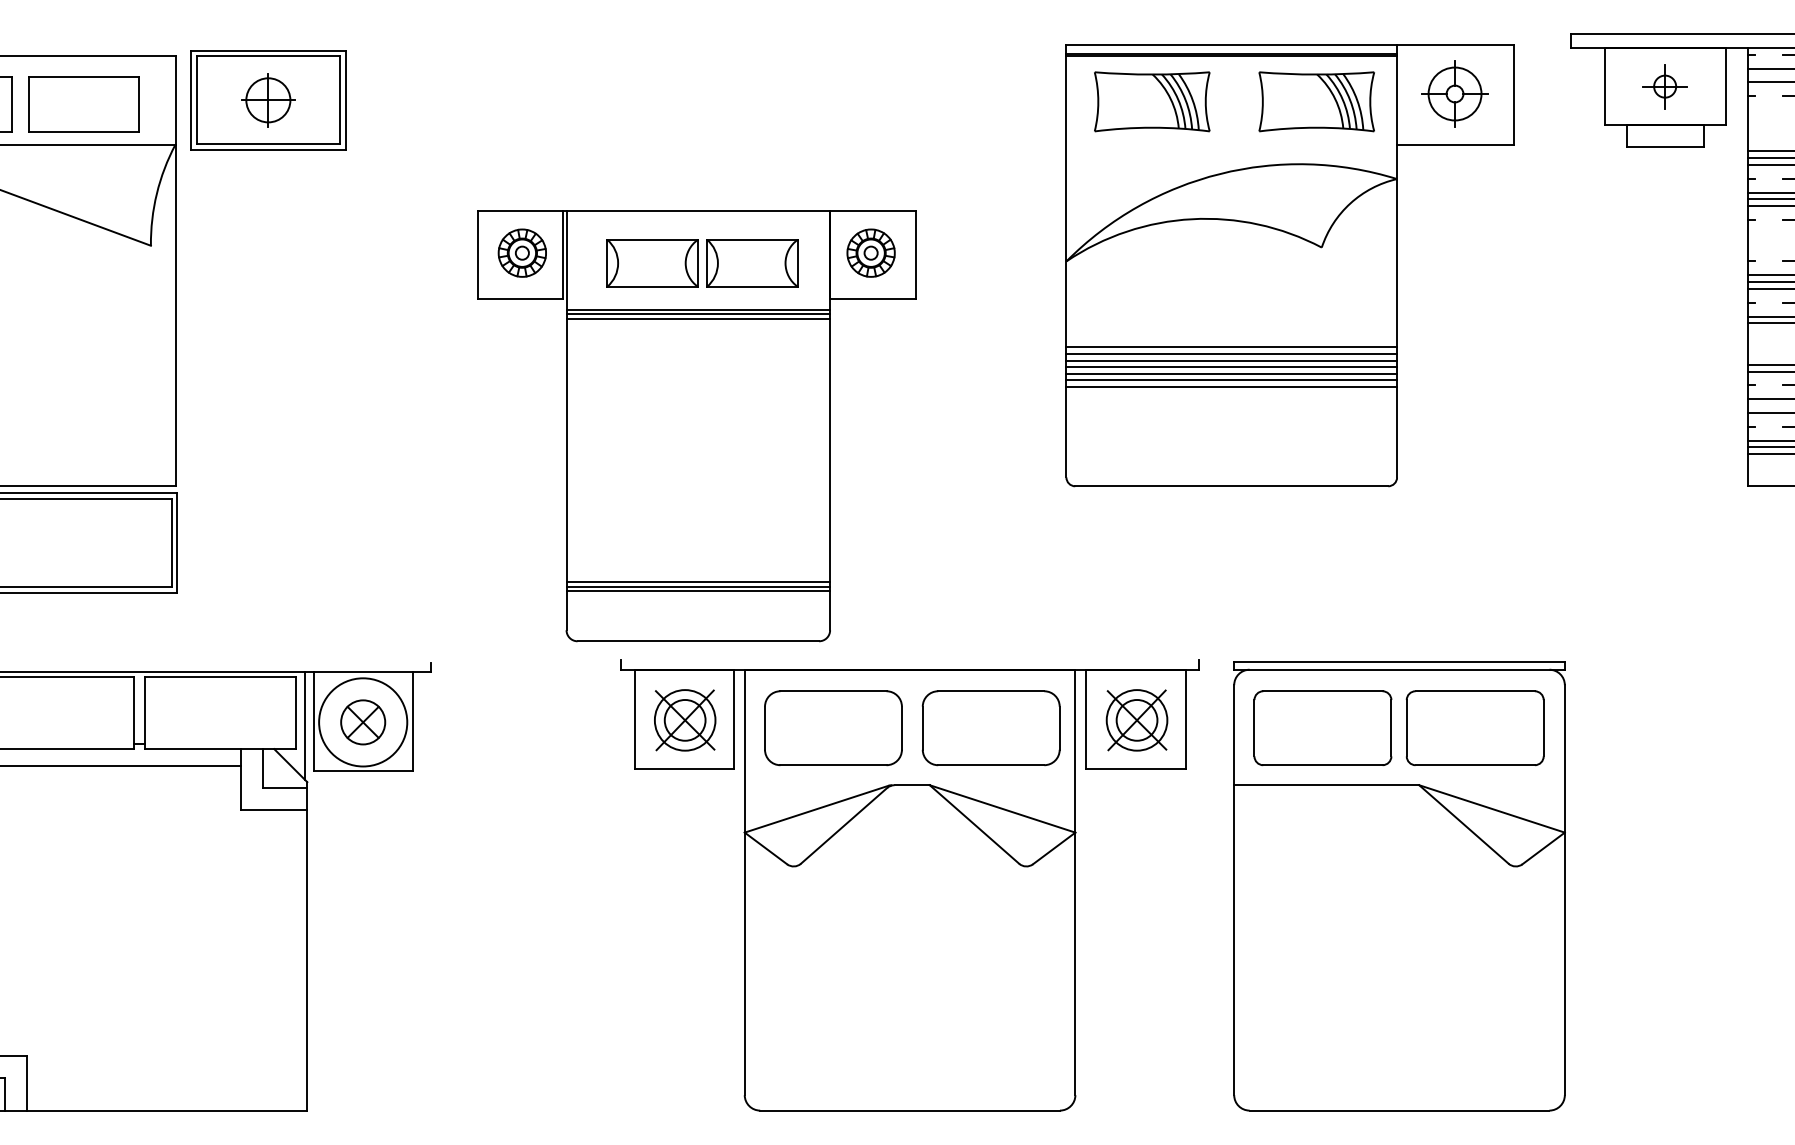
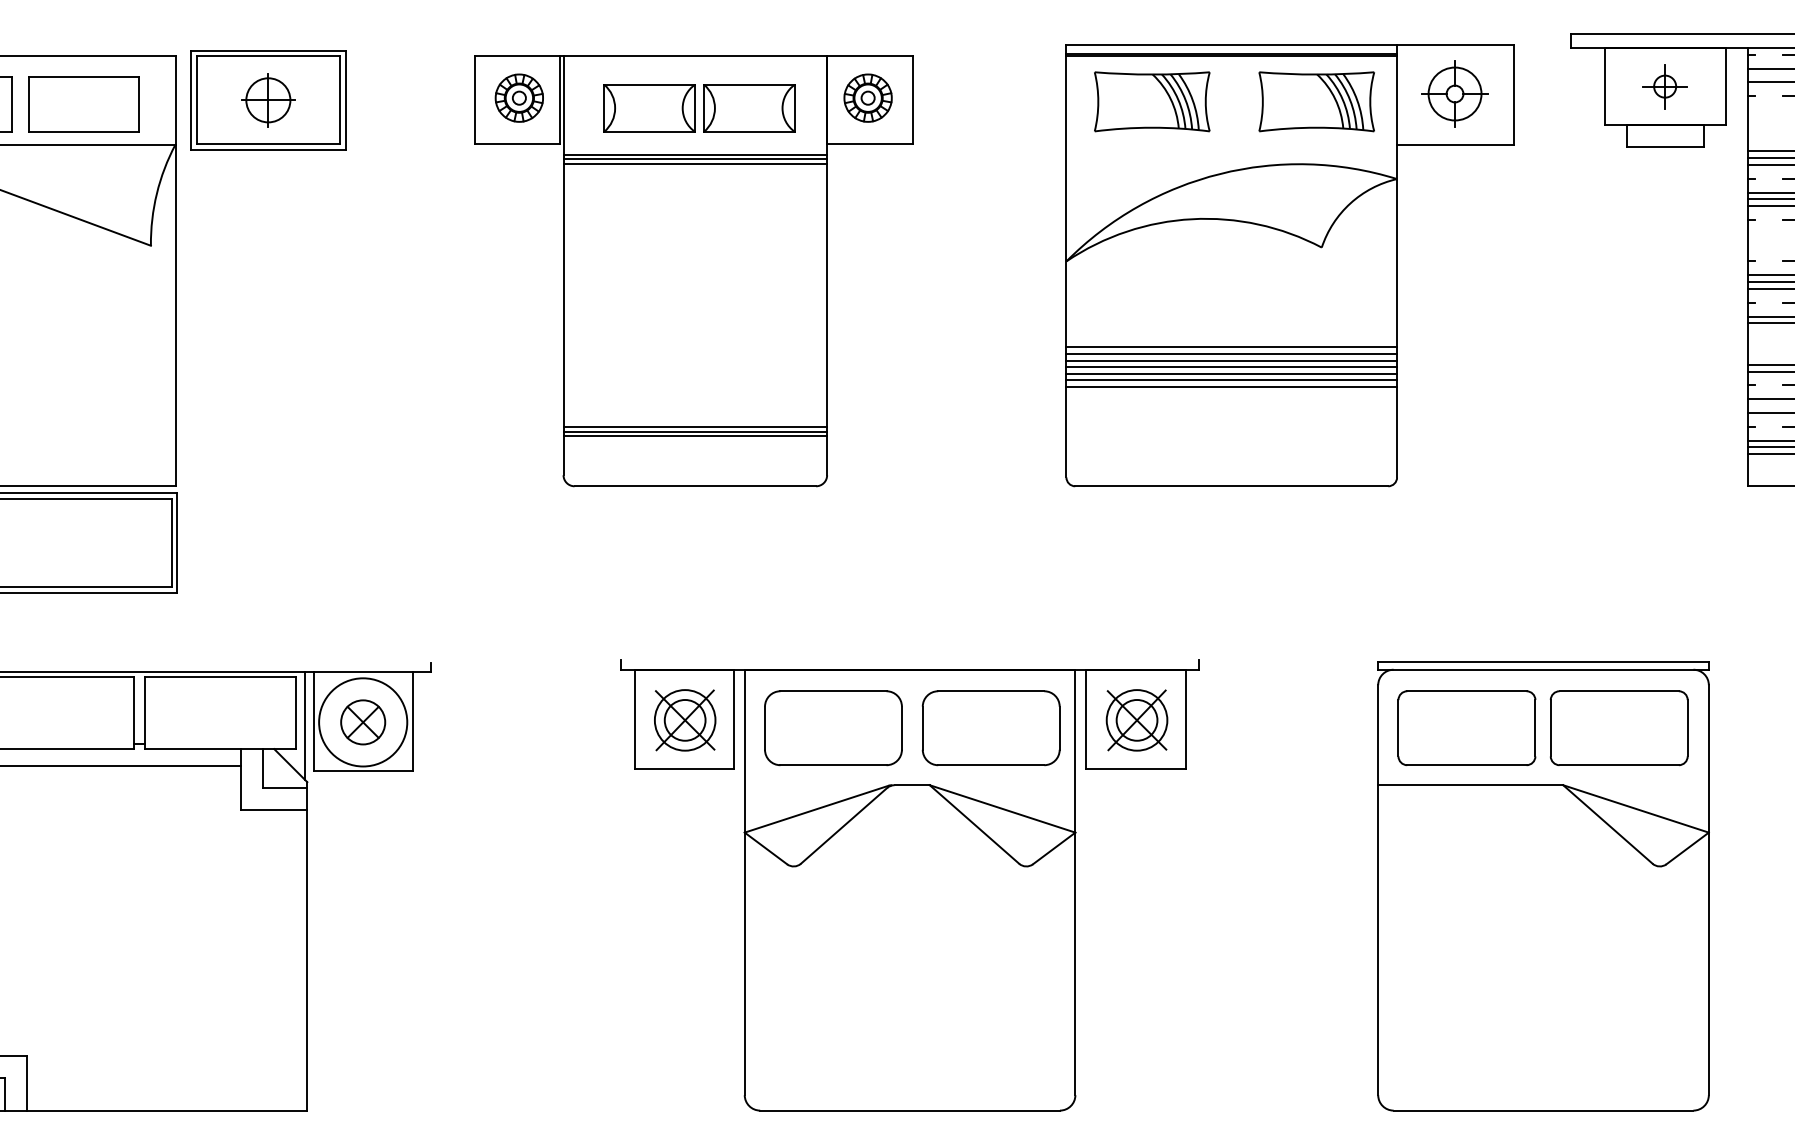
part at (696, 426) position: (696, 426) -> (693, 271)
part at (1399, 886) position: (1399, 886) -> (1543, 886)
